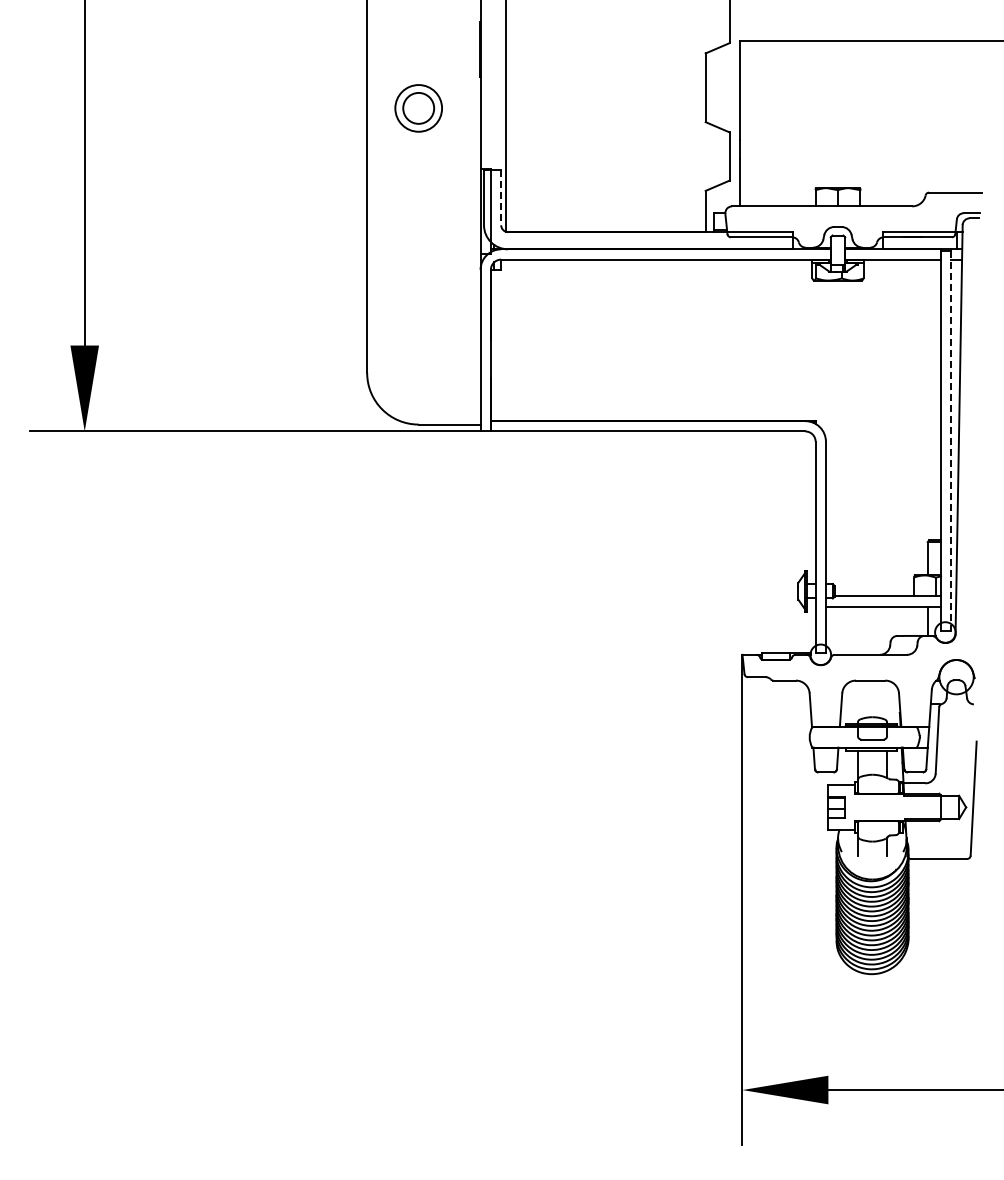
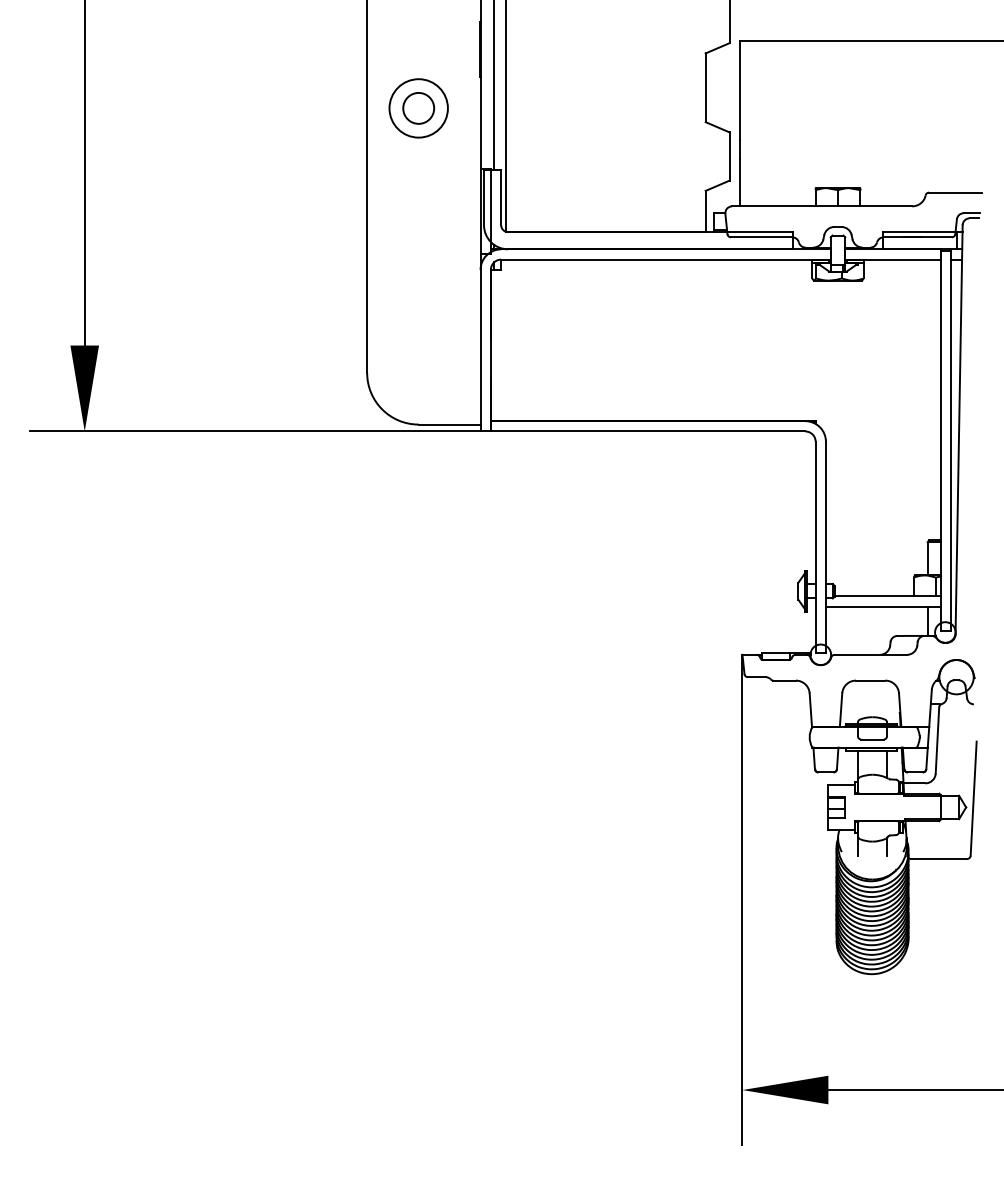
line at (494, 86): none -> present
circle at (418, 108) diameter: 47 px -> 58 px
line at (501, 198): dashed -> solid
line at (951, 440): dashed -> solid
